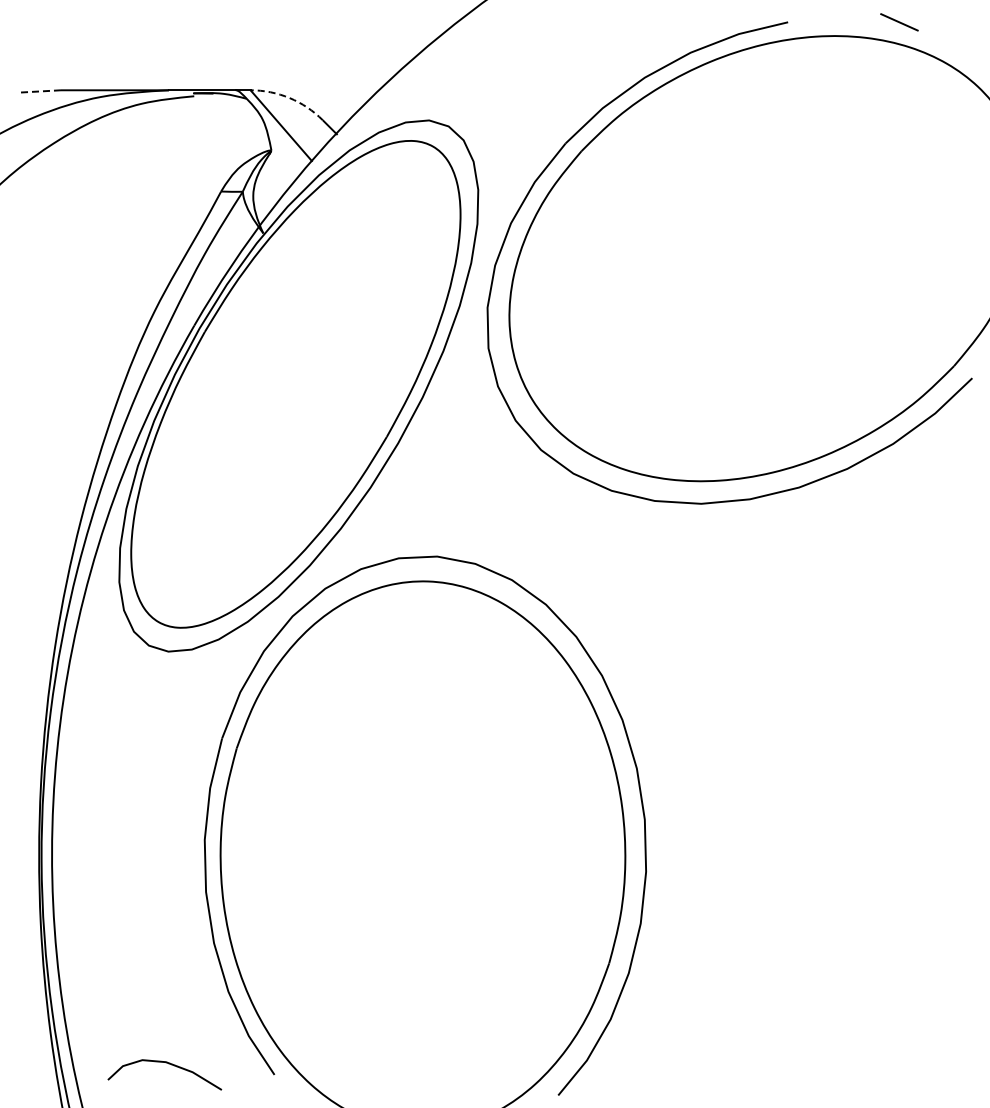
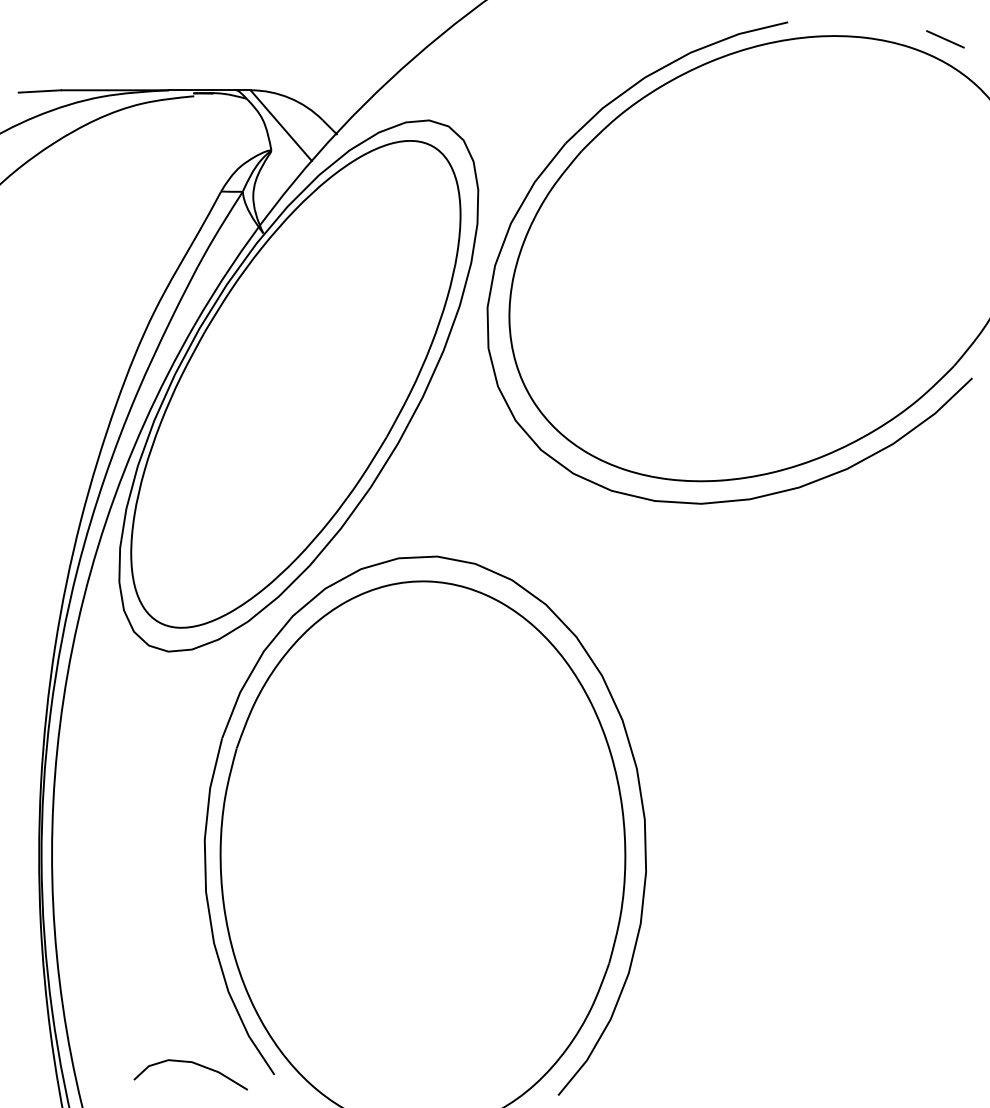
line at (899, 22) position: (899, 22) -> (945, 39)
line at (39, 91): dashed -> solid
arc at (289, 98): dashed -> solid
curve at (168, 1064) position: (168, 1064) -> (194, 1064)
